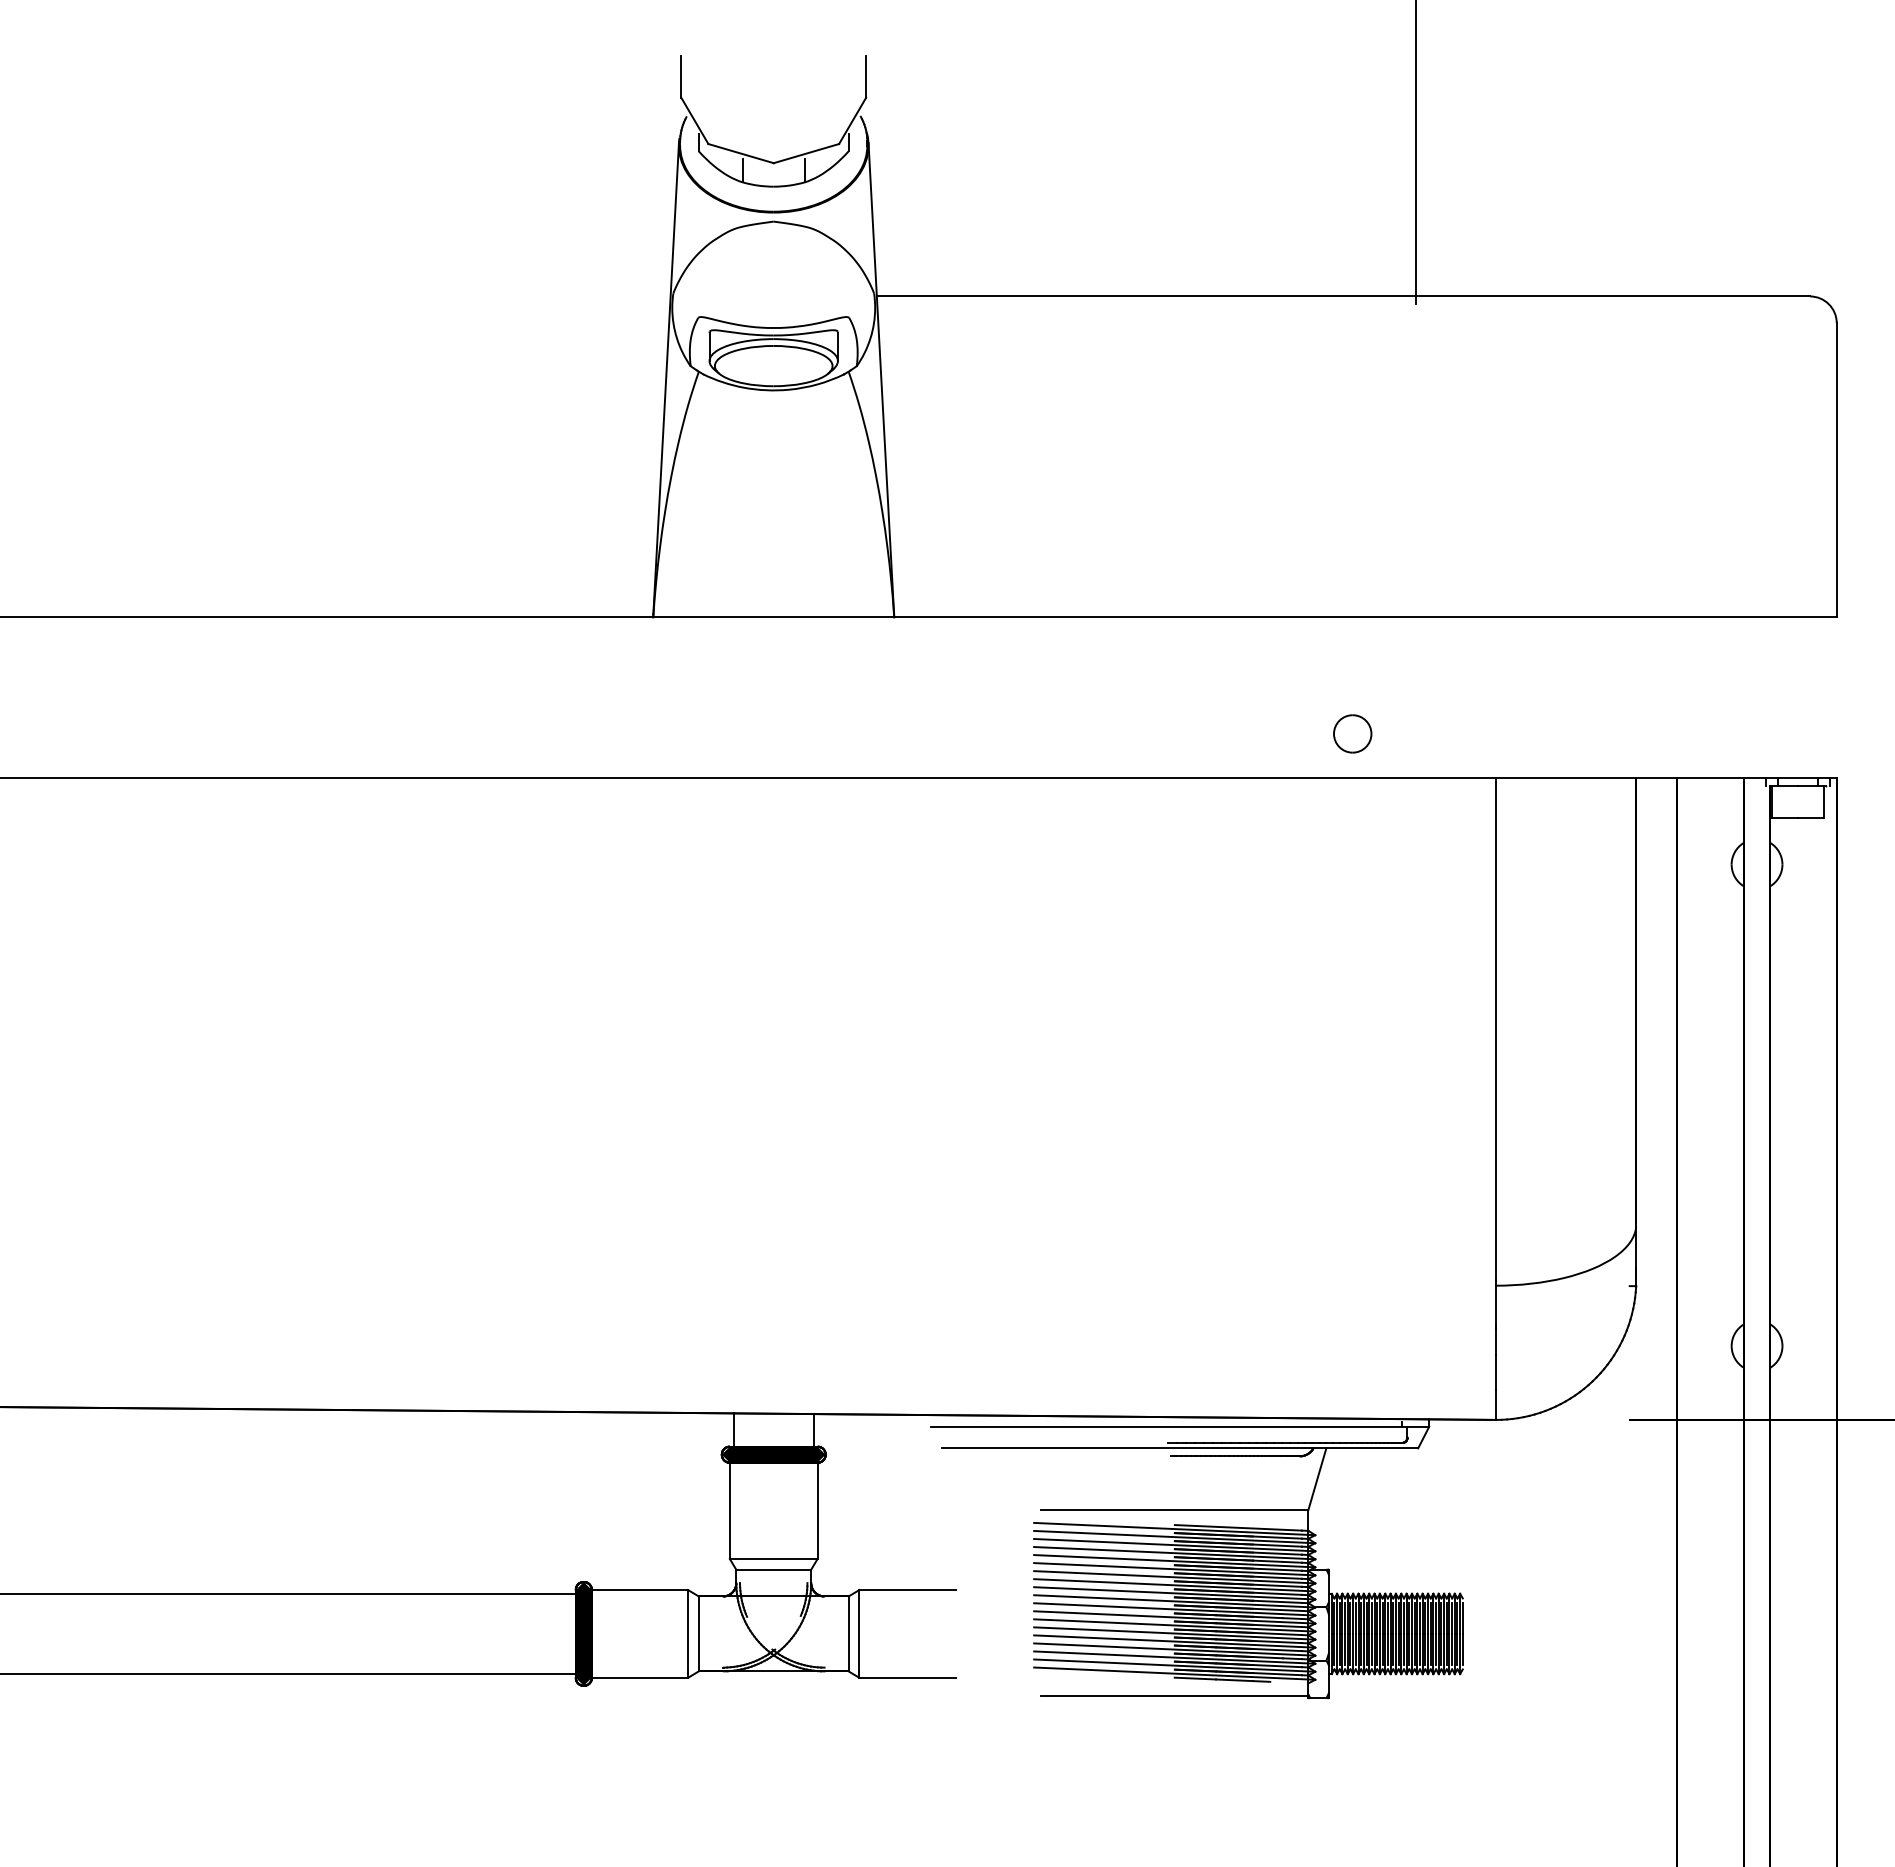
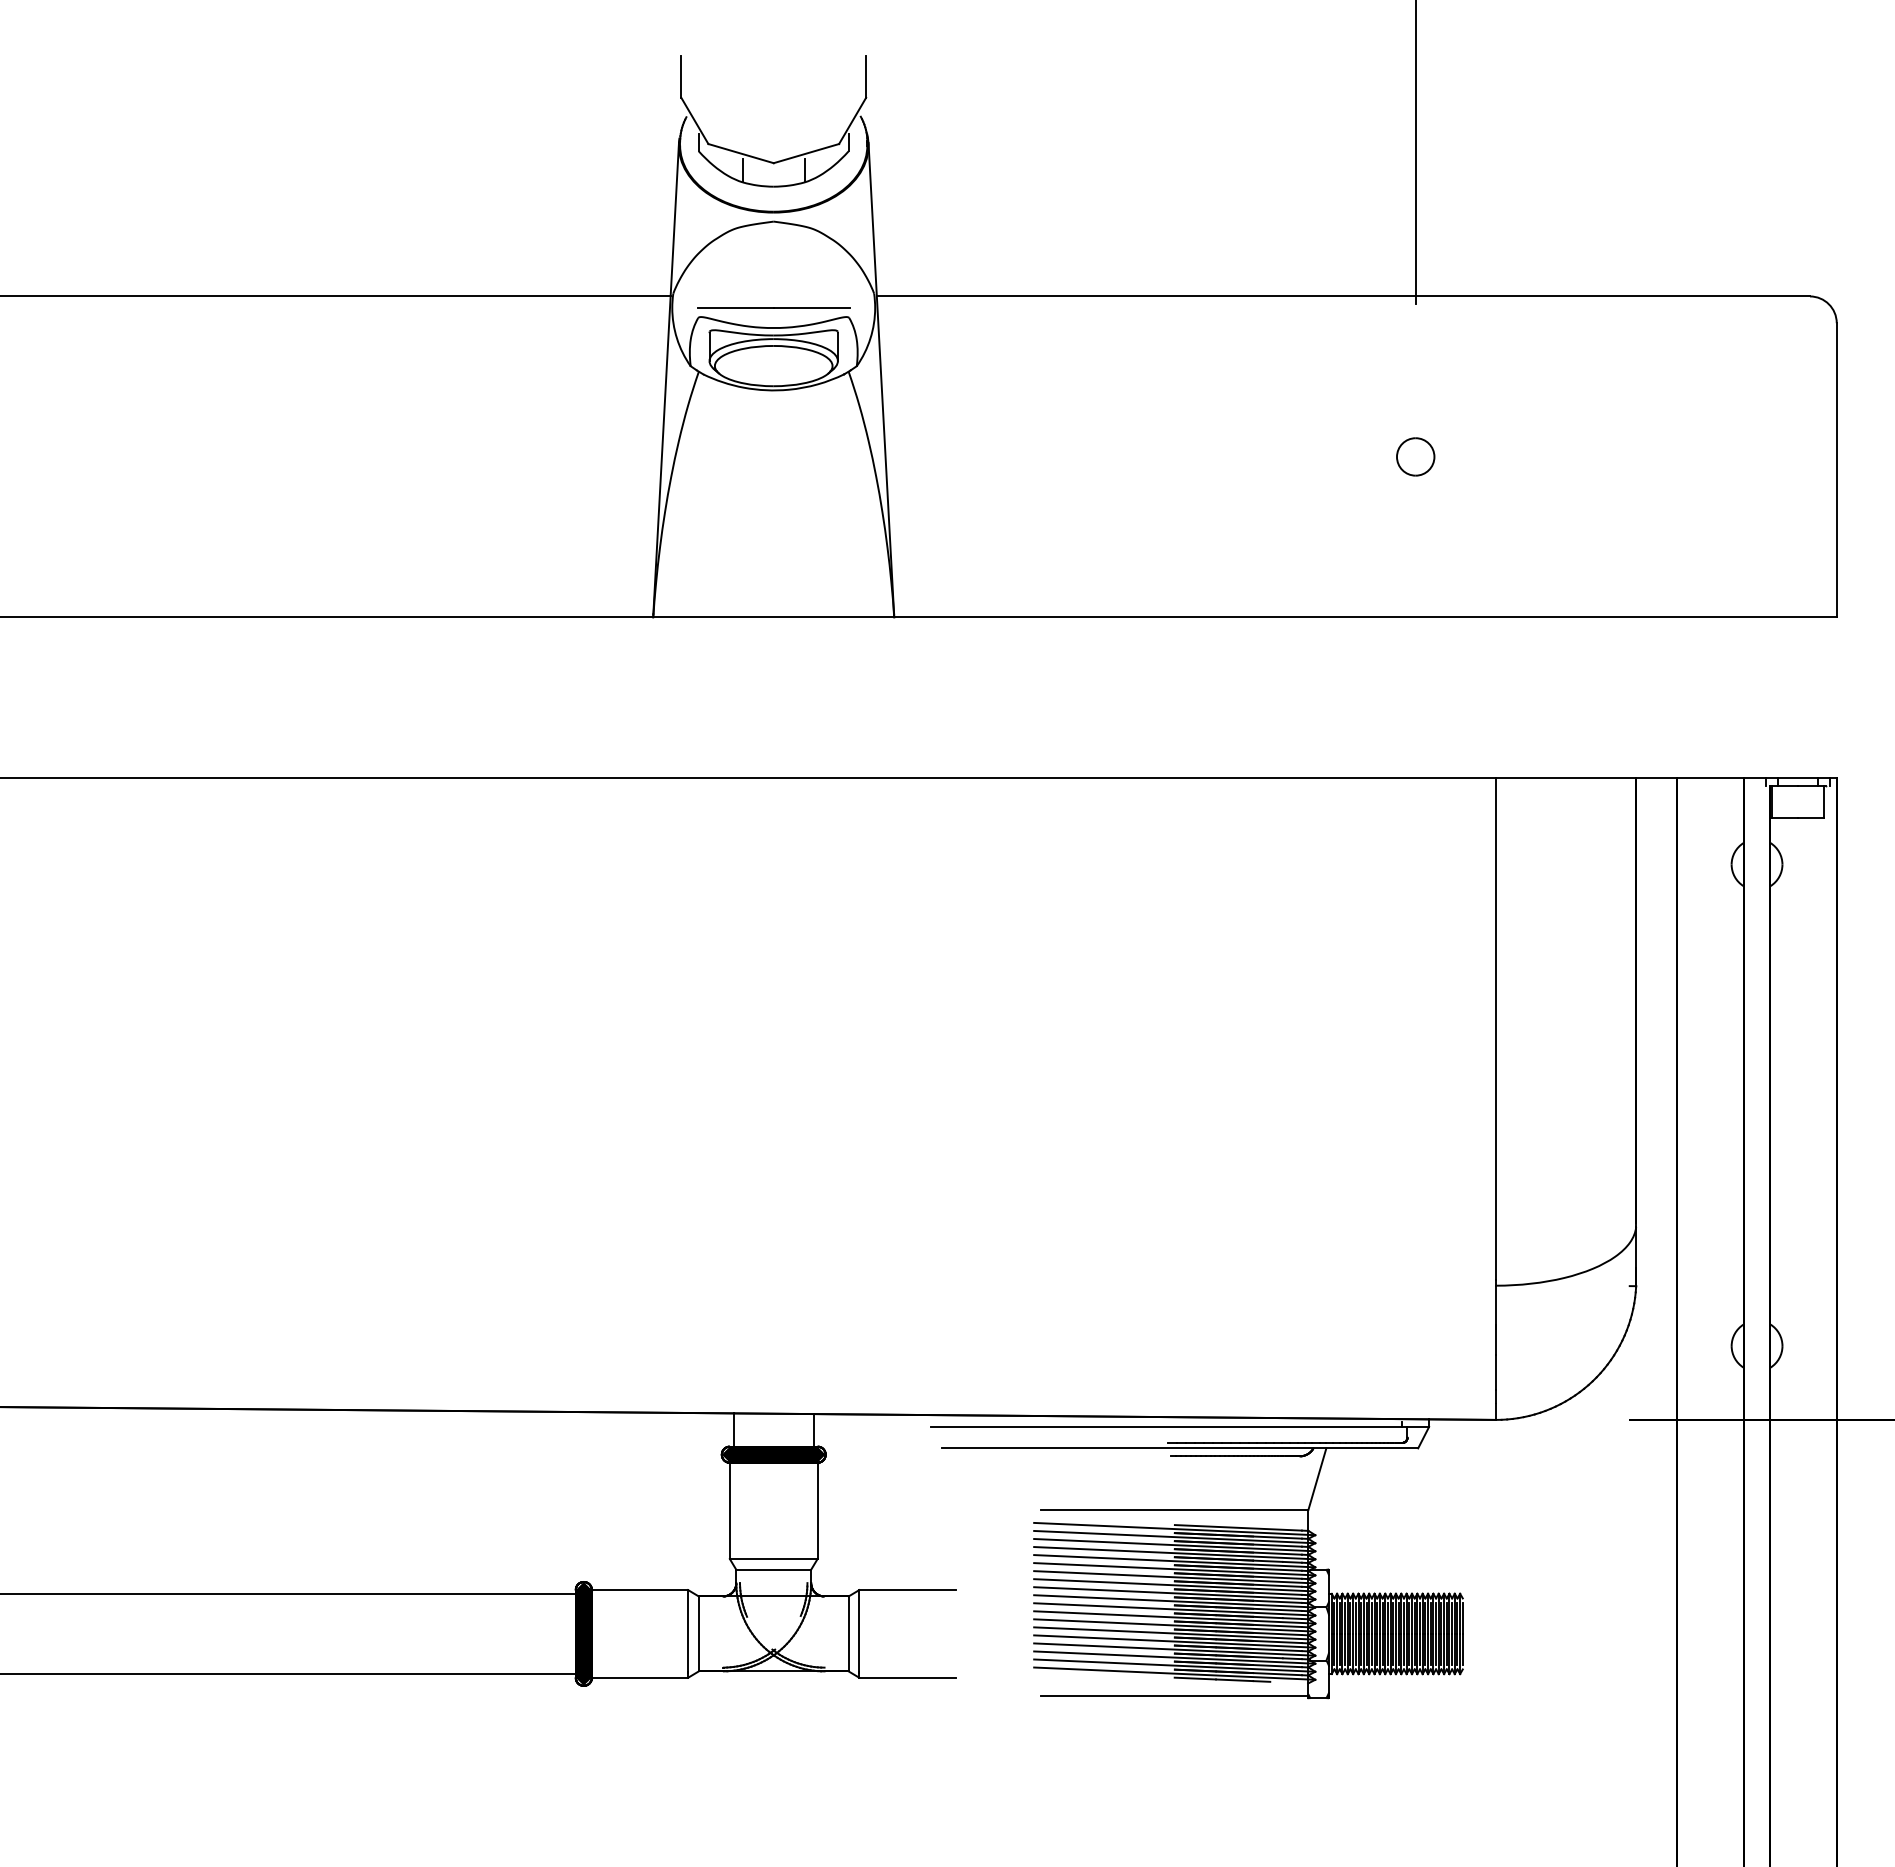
line at (336, 296): none -> present
line at (773, 307): none -> present
part at (1352, 733) position: (1352, 733) -> (1415, 456)
